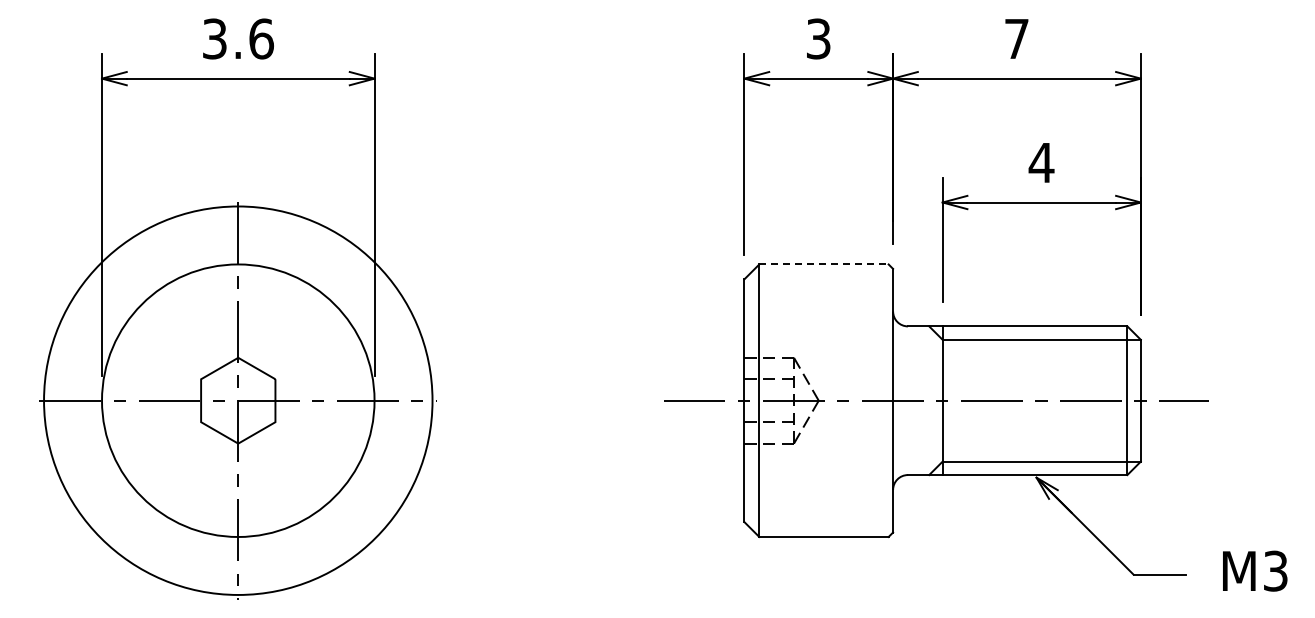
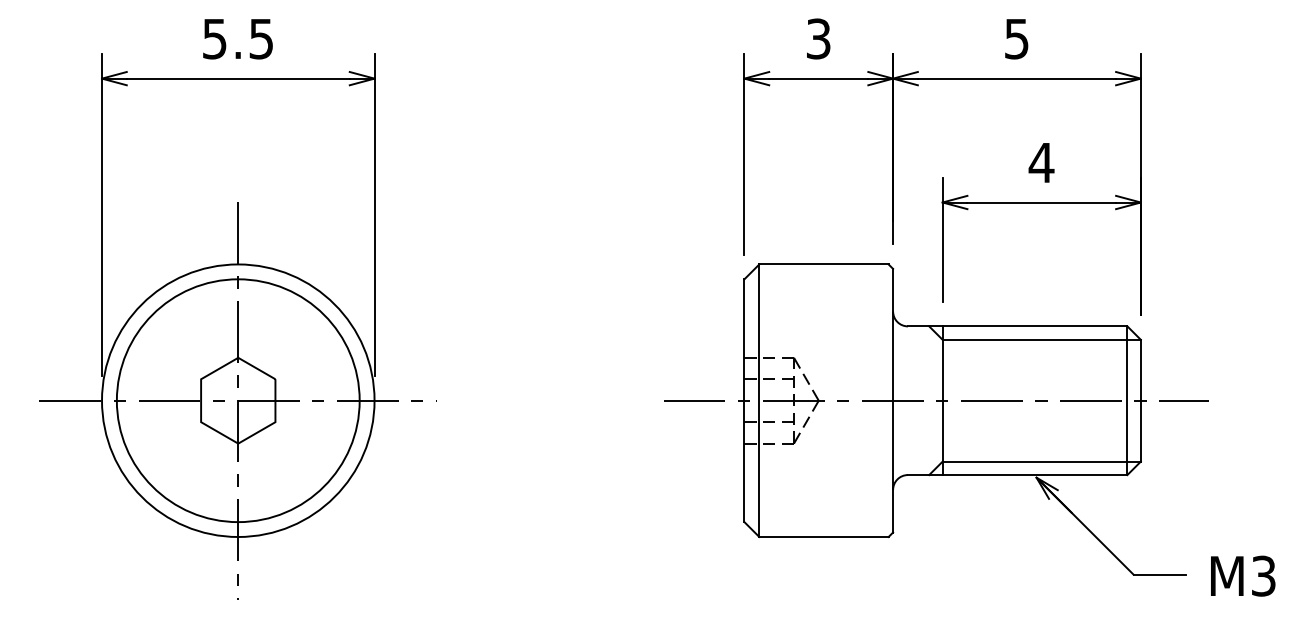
text at (238, 38): 3.6 -> 5.5
text at (1016, 39): 7 -> 5
line at (823, 264): dashed -> solid
circle at (238, 400) diameter: 388 px -> 243 px
text at (1255, 570) position: (1255, 570) -> (1243, 575)
